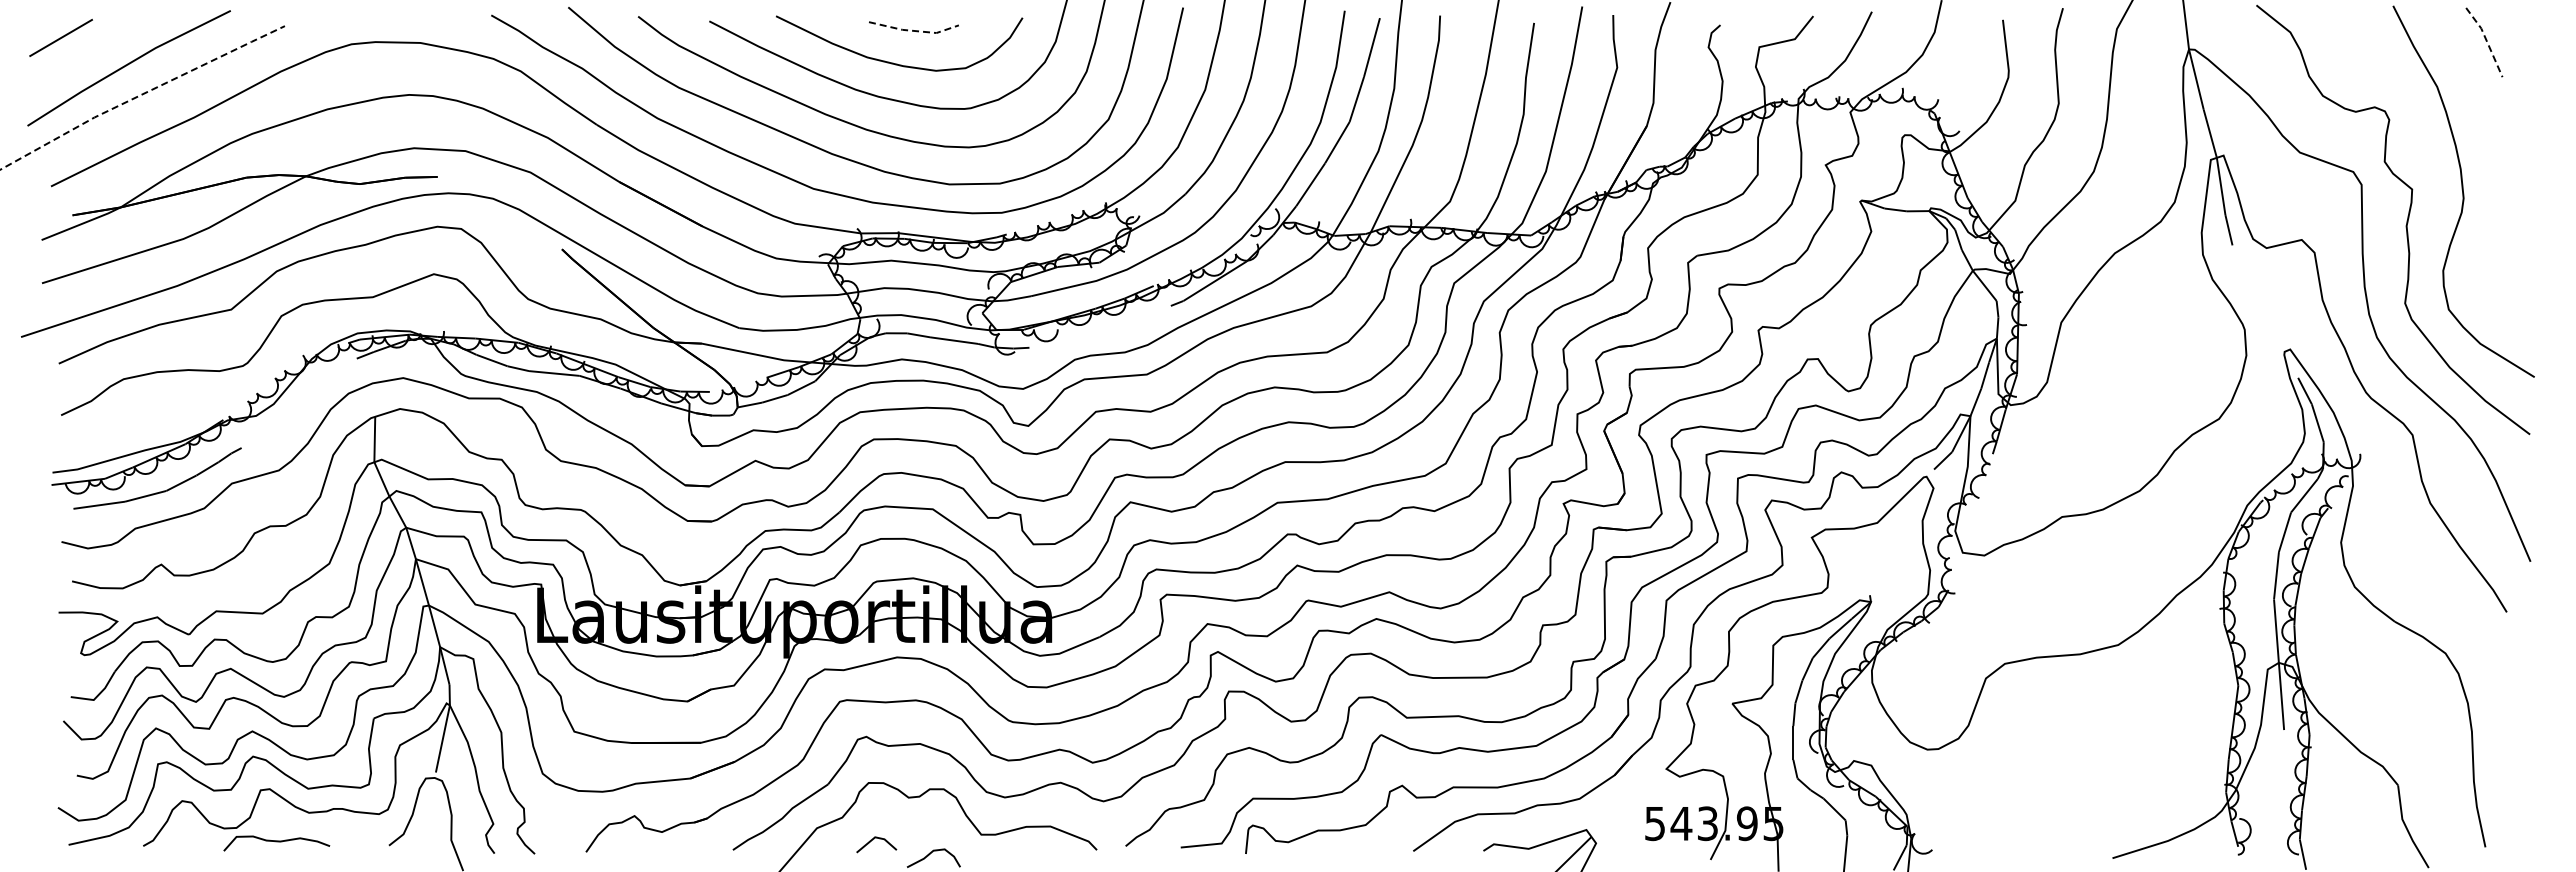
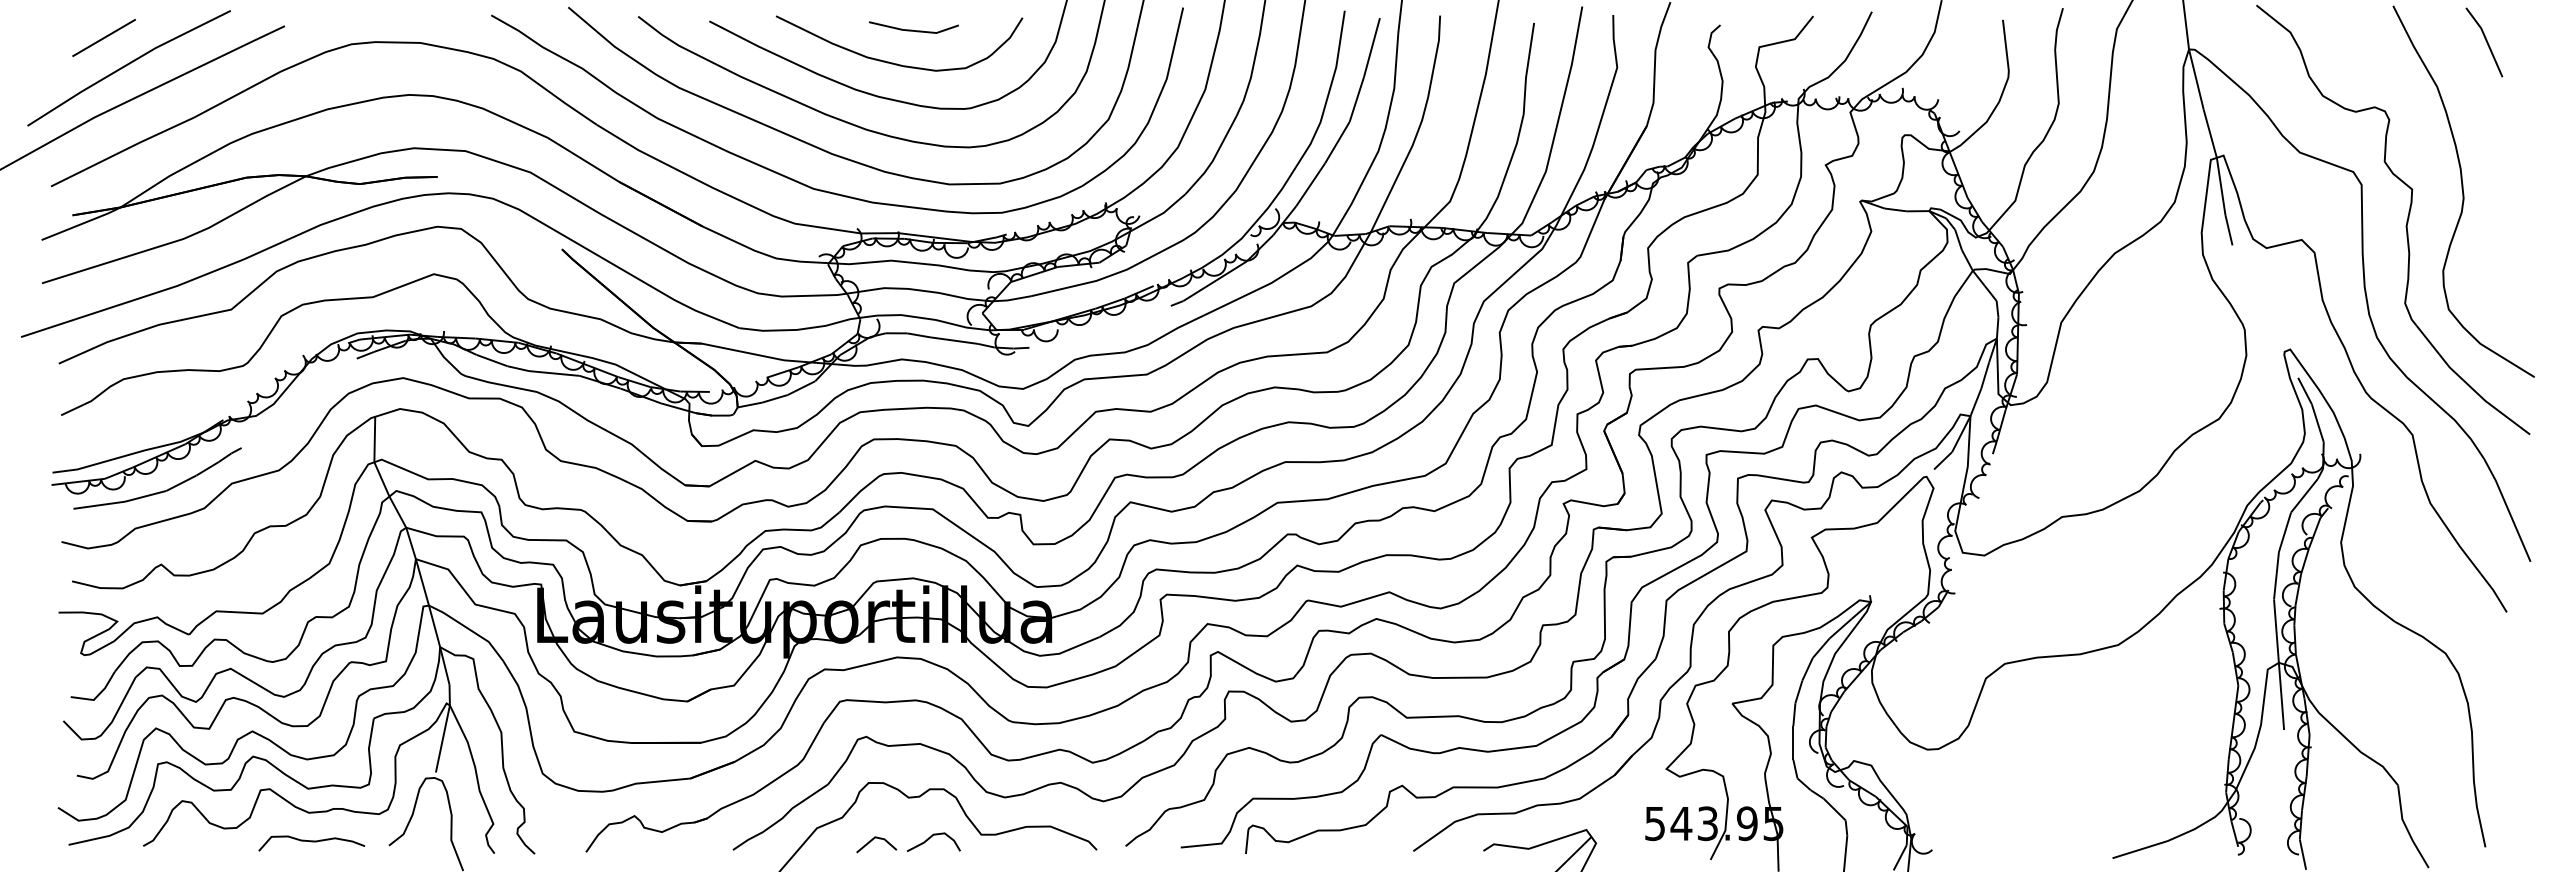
line at (914, 30): dashed -> solid
line at (60, 37) position: (60, 37) -> (103, 37)
line at (2486, 41): dashed -> solid
line at (142, 94): dashed -> solid
curve at (276, 842) position: (276, 842) -> (311, 842)
curve at (930, 854) position: (930, 854) -> (930, 838)
